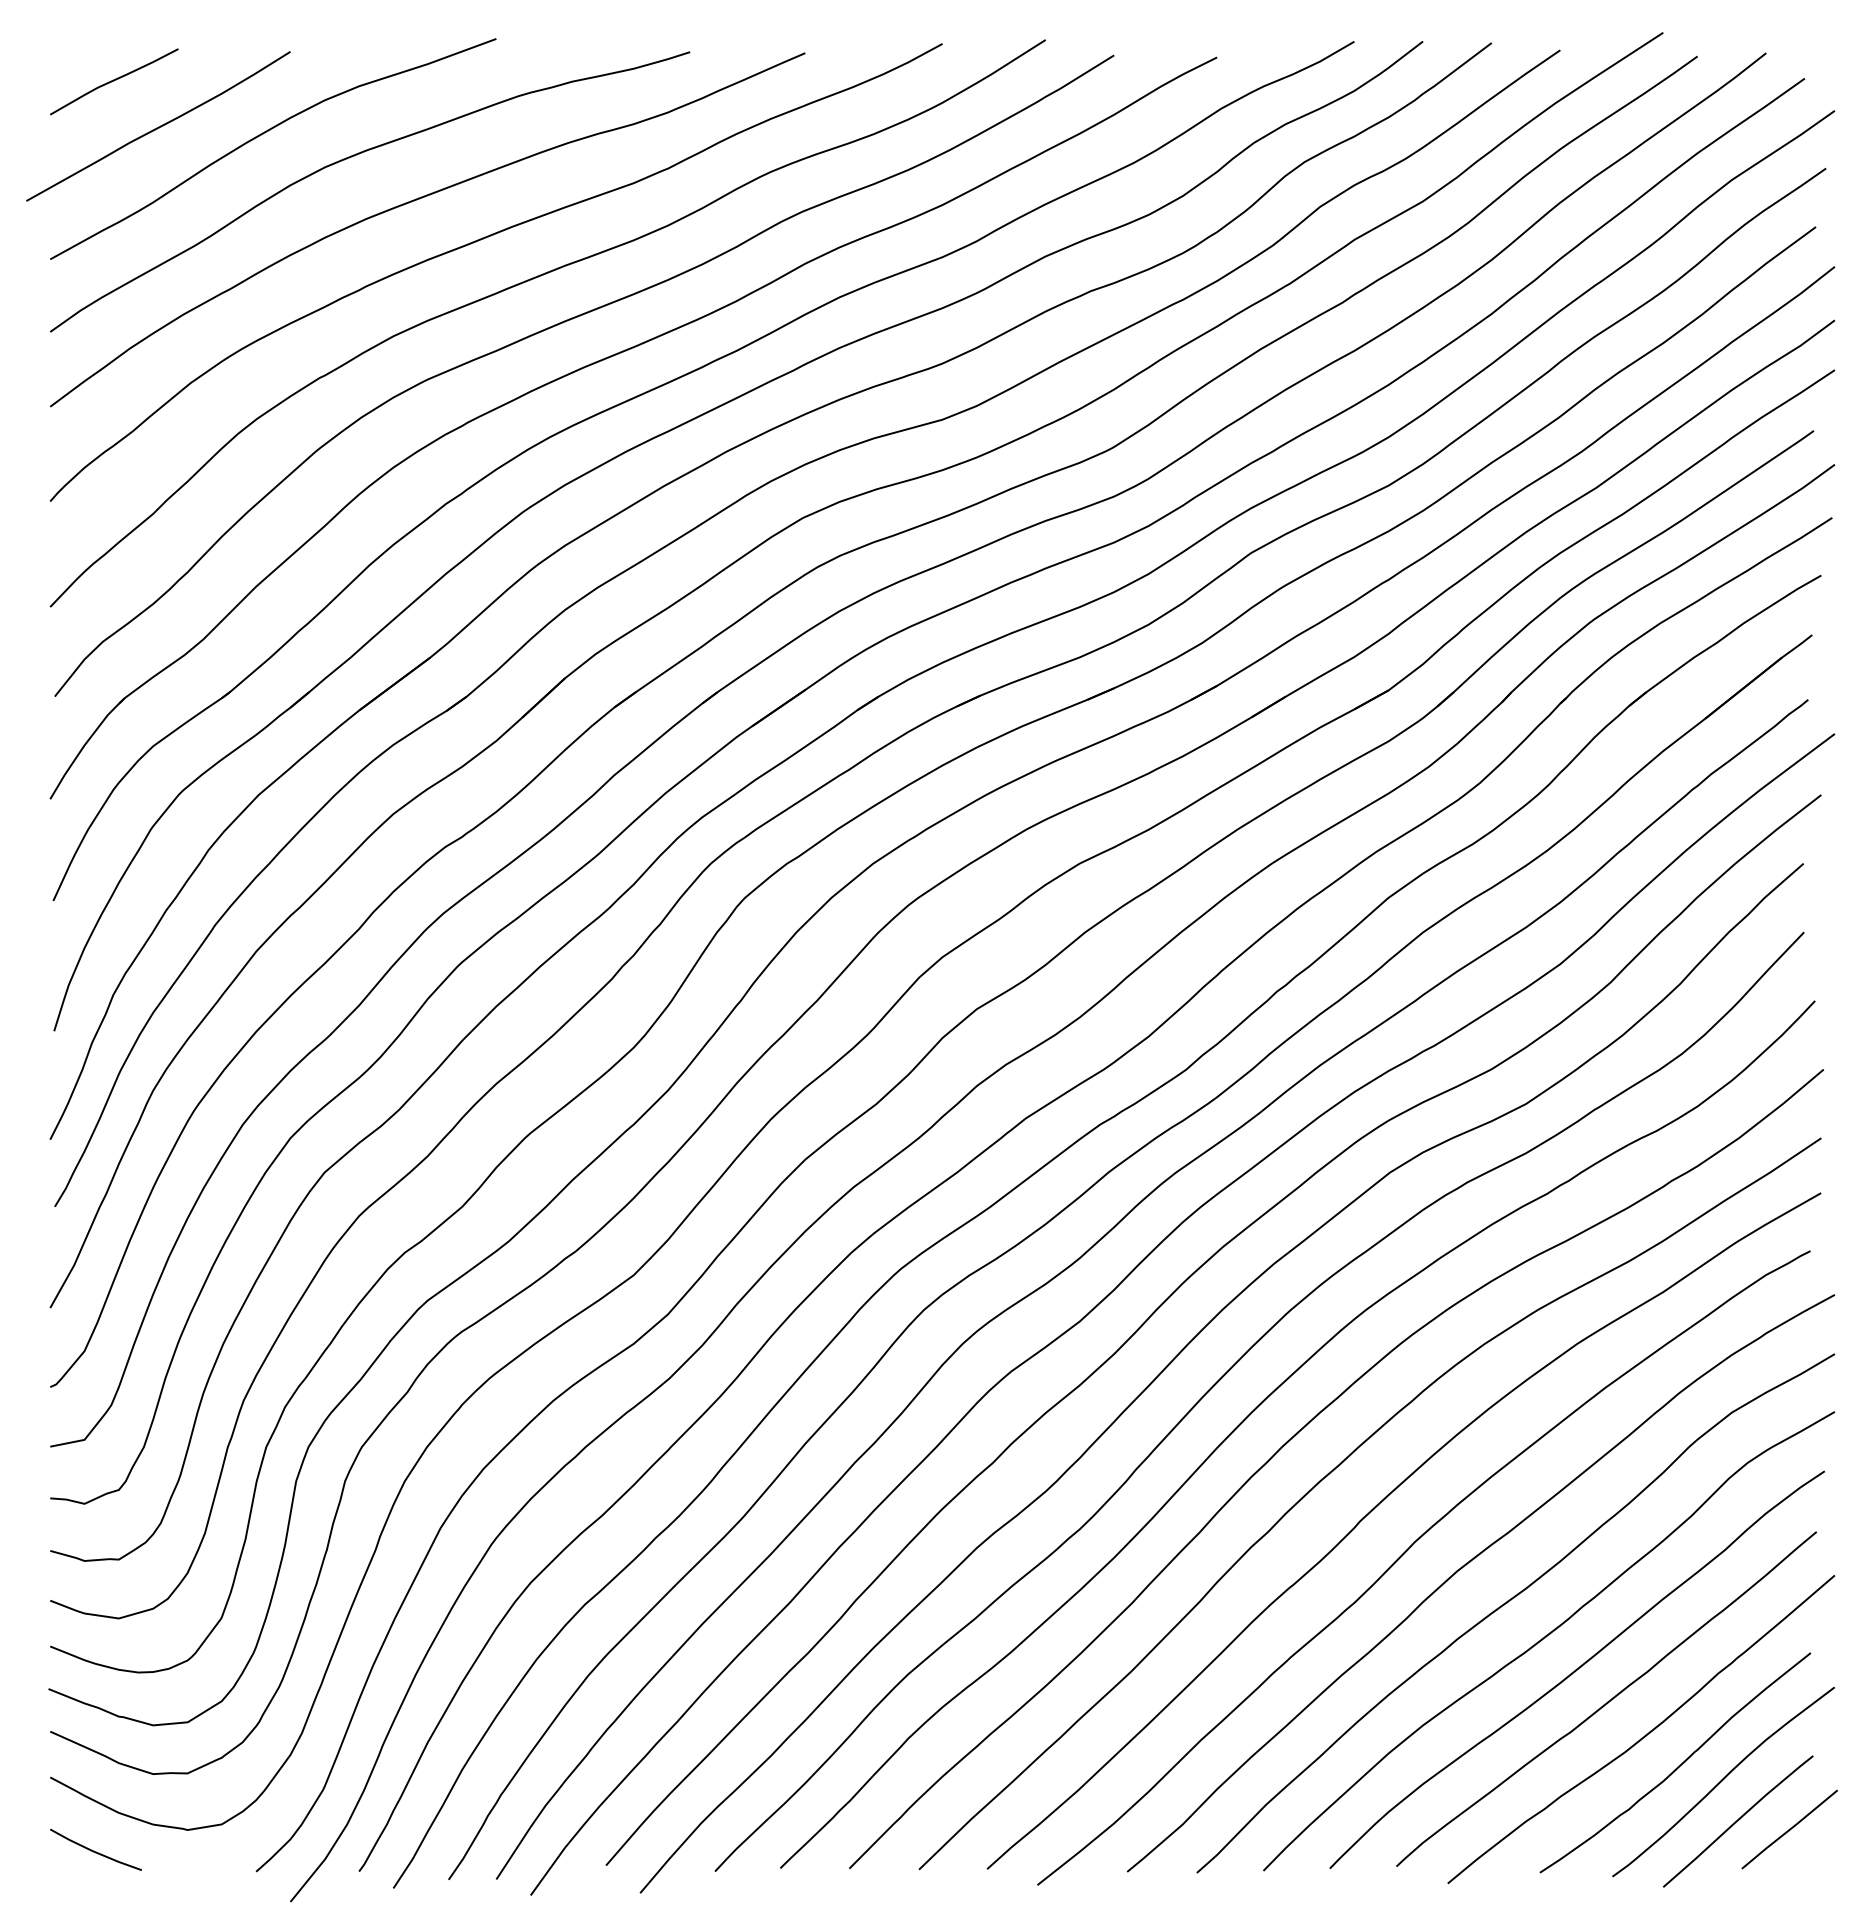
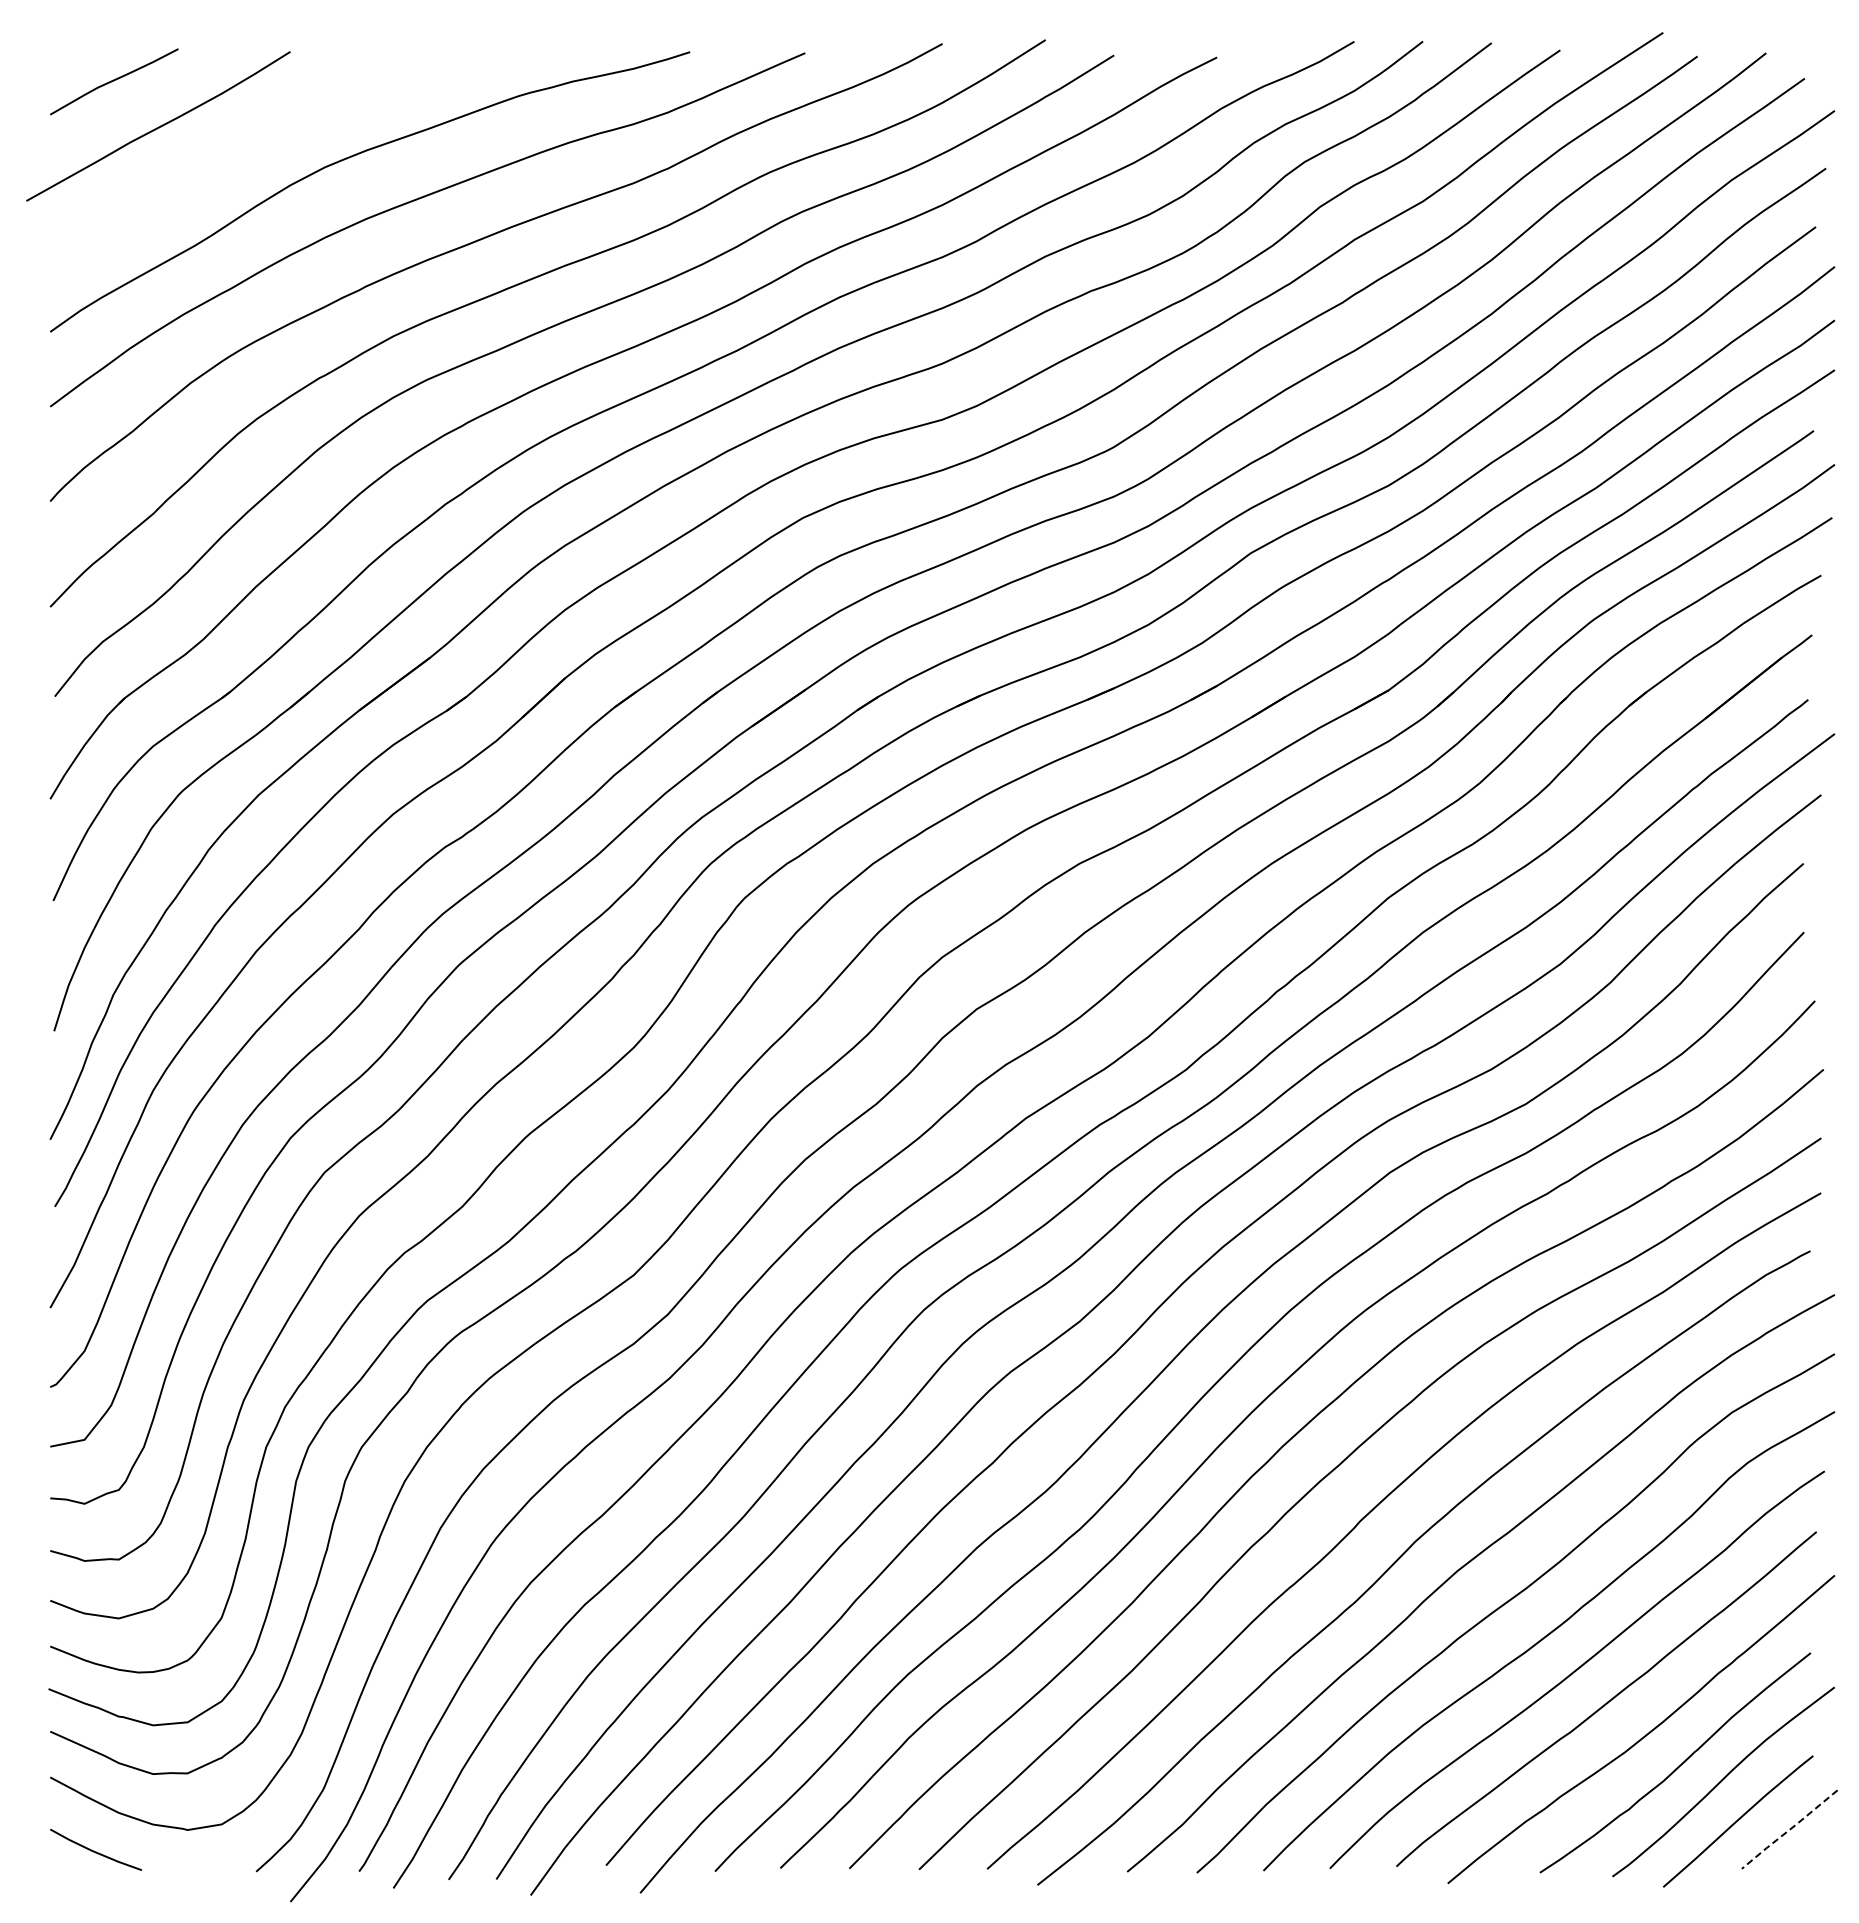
curve at (265, 133): present -> none
line at (1789, 1830): solid -> dashed
